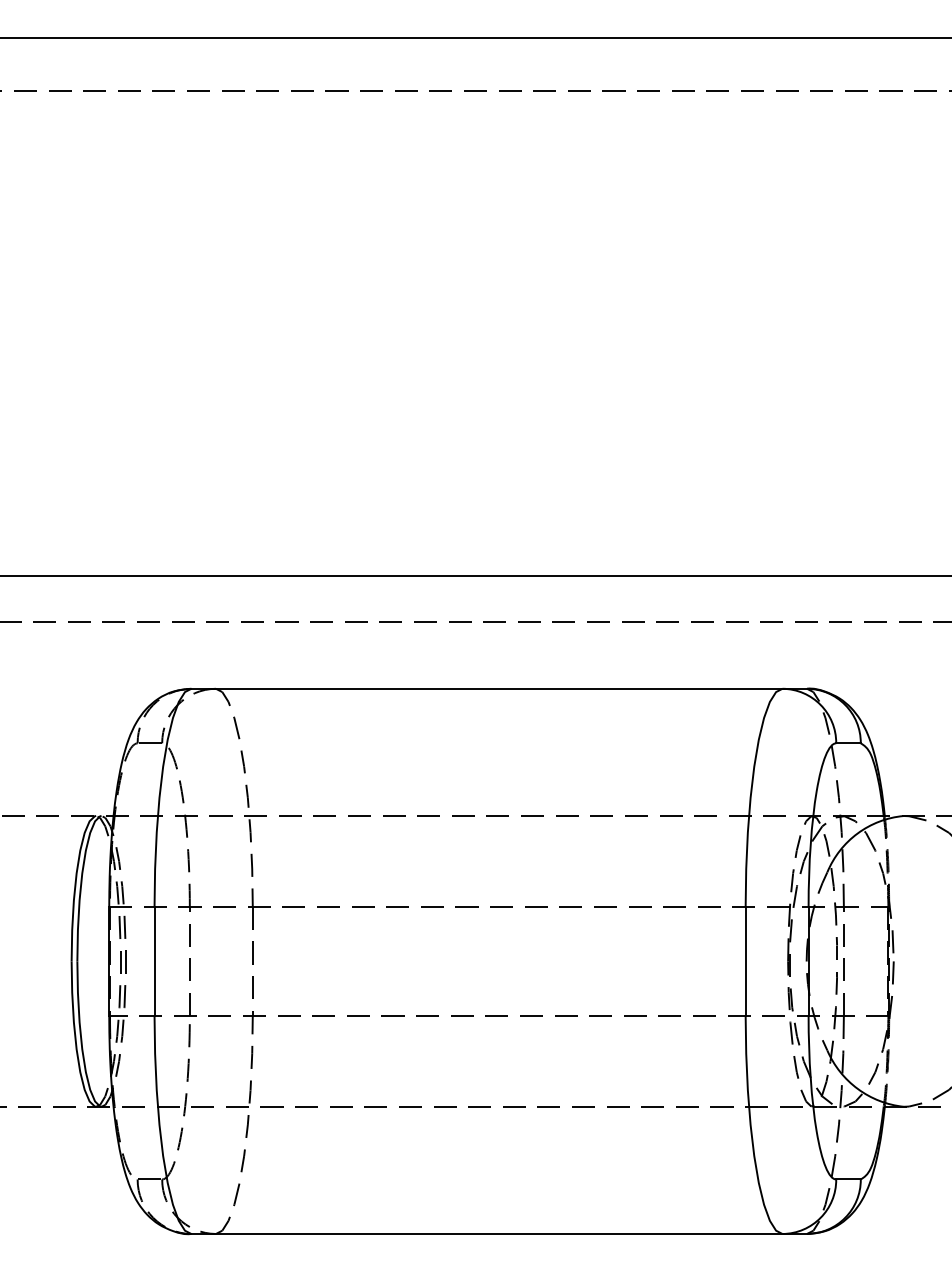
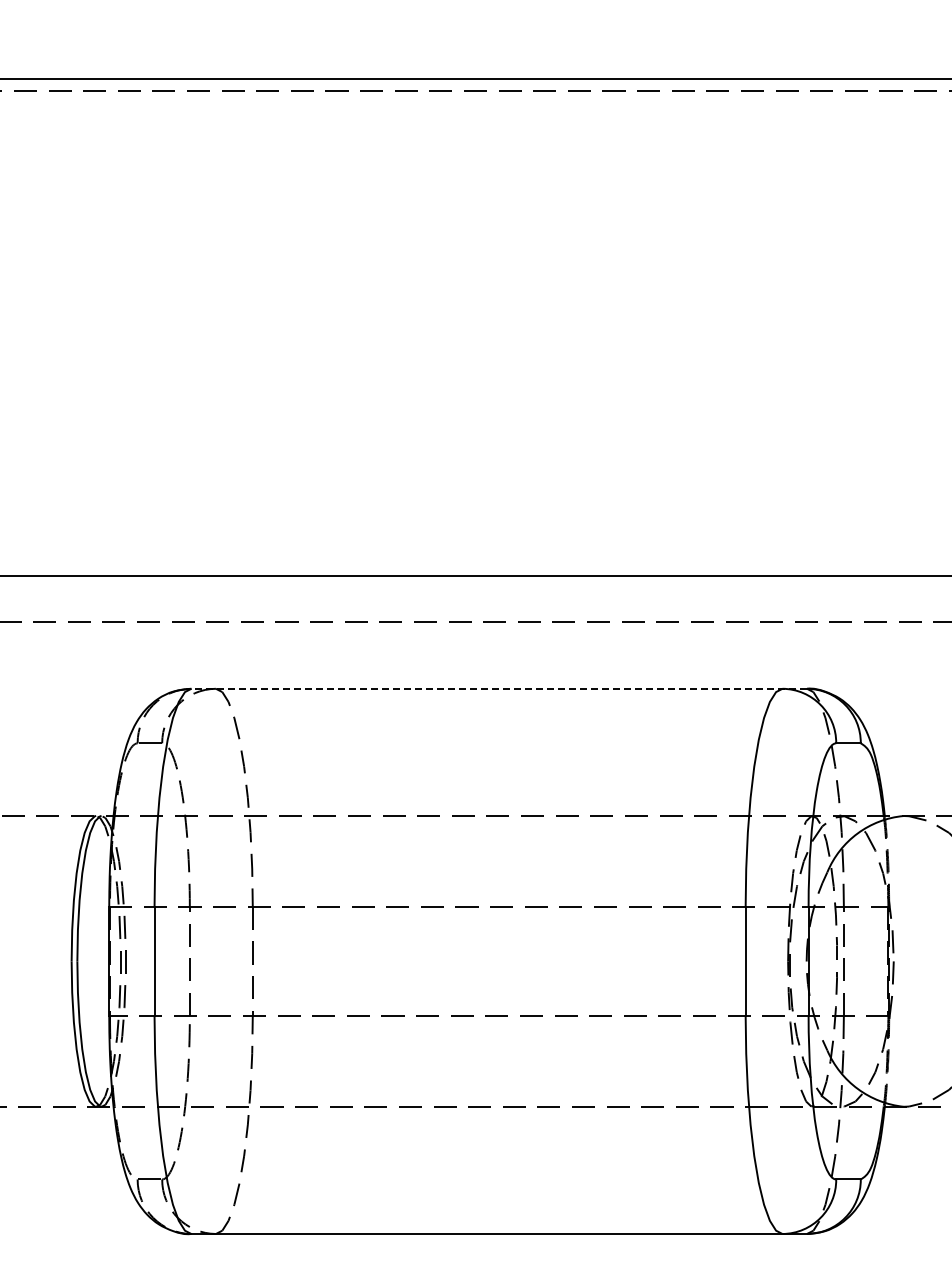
line at (475, 38) position: (475, 38) -> (475, 79)
line at (499, 688): solid -> dashed
